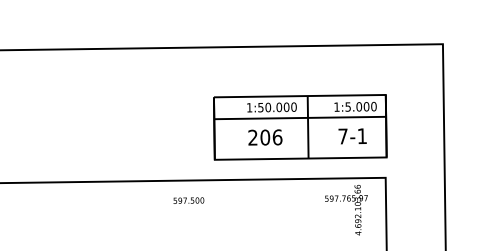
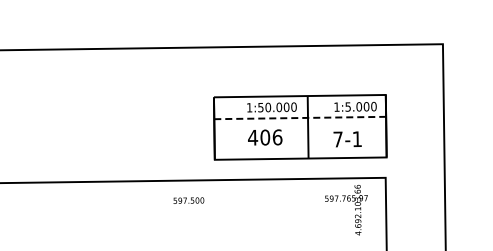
line at (300, 118): solid -> dashed
text at (352, 136) position: (352, 136) -> (347, 139)
text at (253, 137): 206 -> 406
